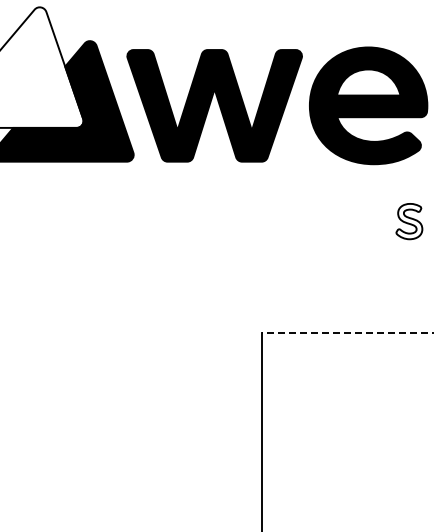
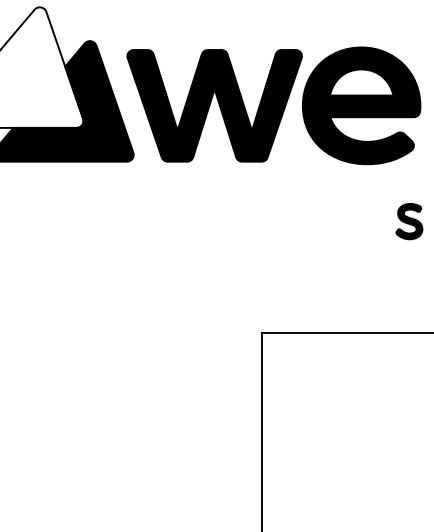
part at (368, 105) position: (368, 105) -> (361, 105)
fill at (409, 221): none -> present
line at (347, 333): dashed -> solid
